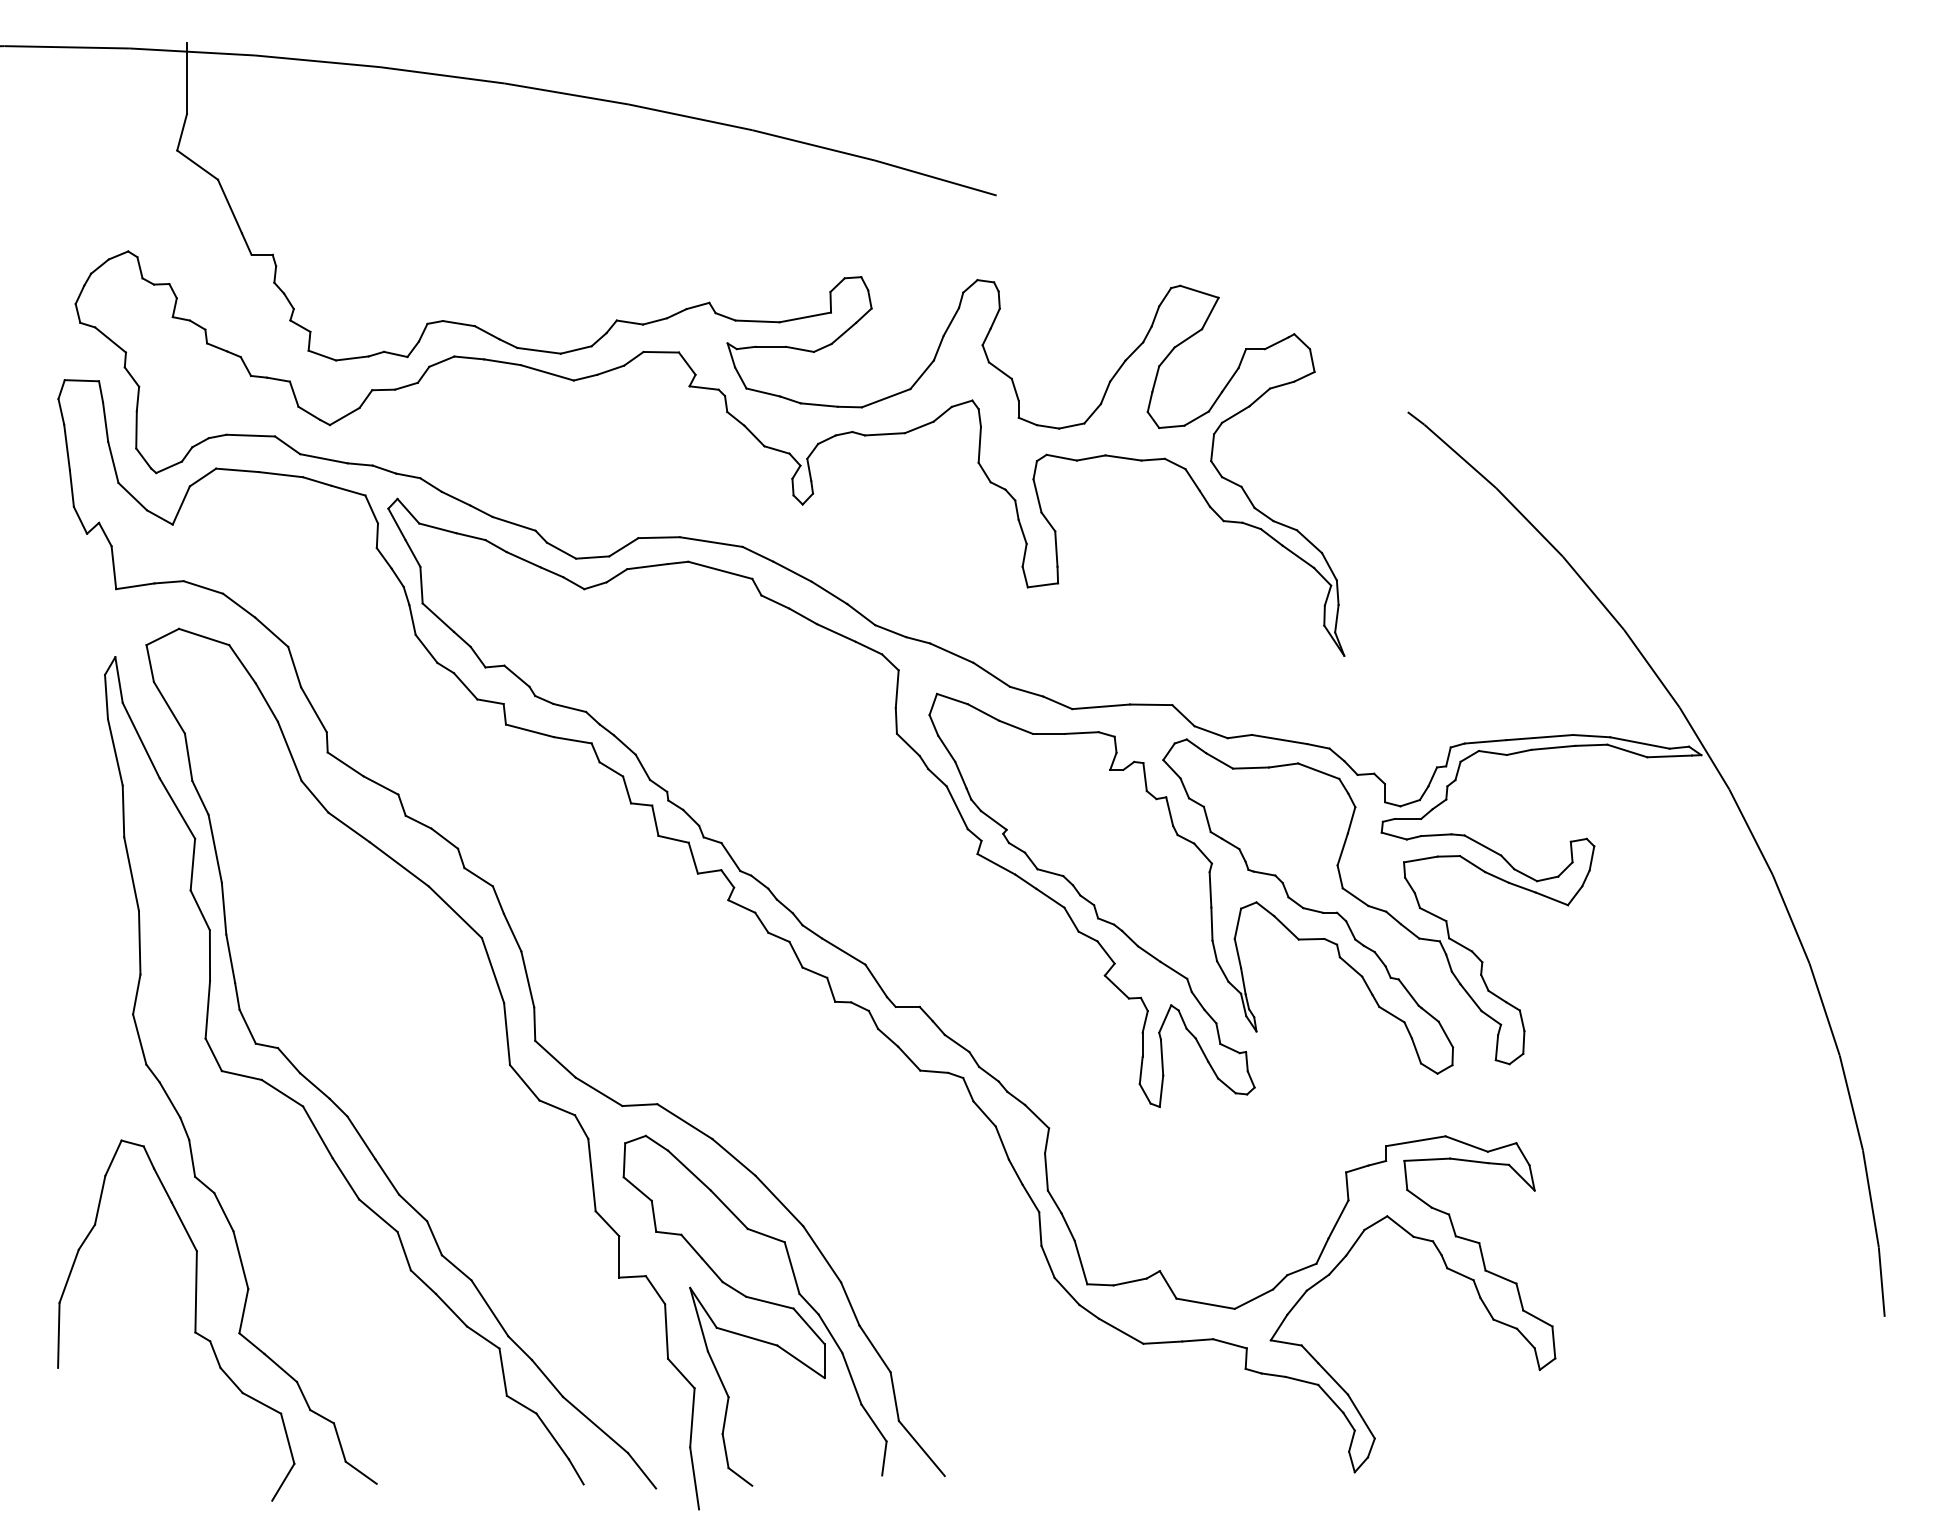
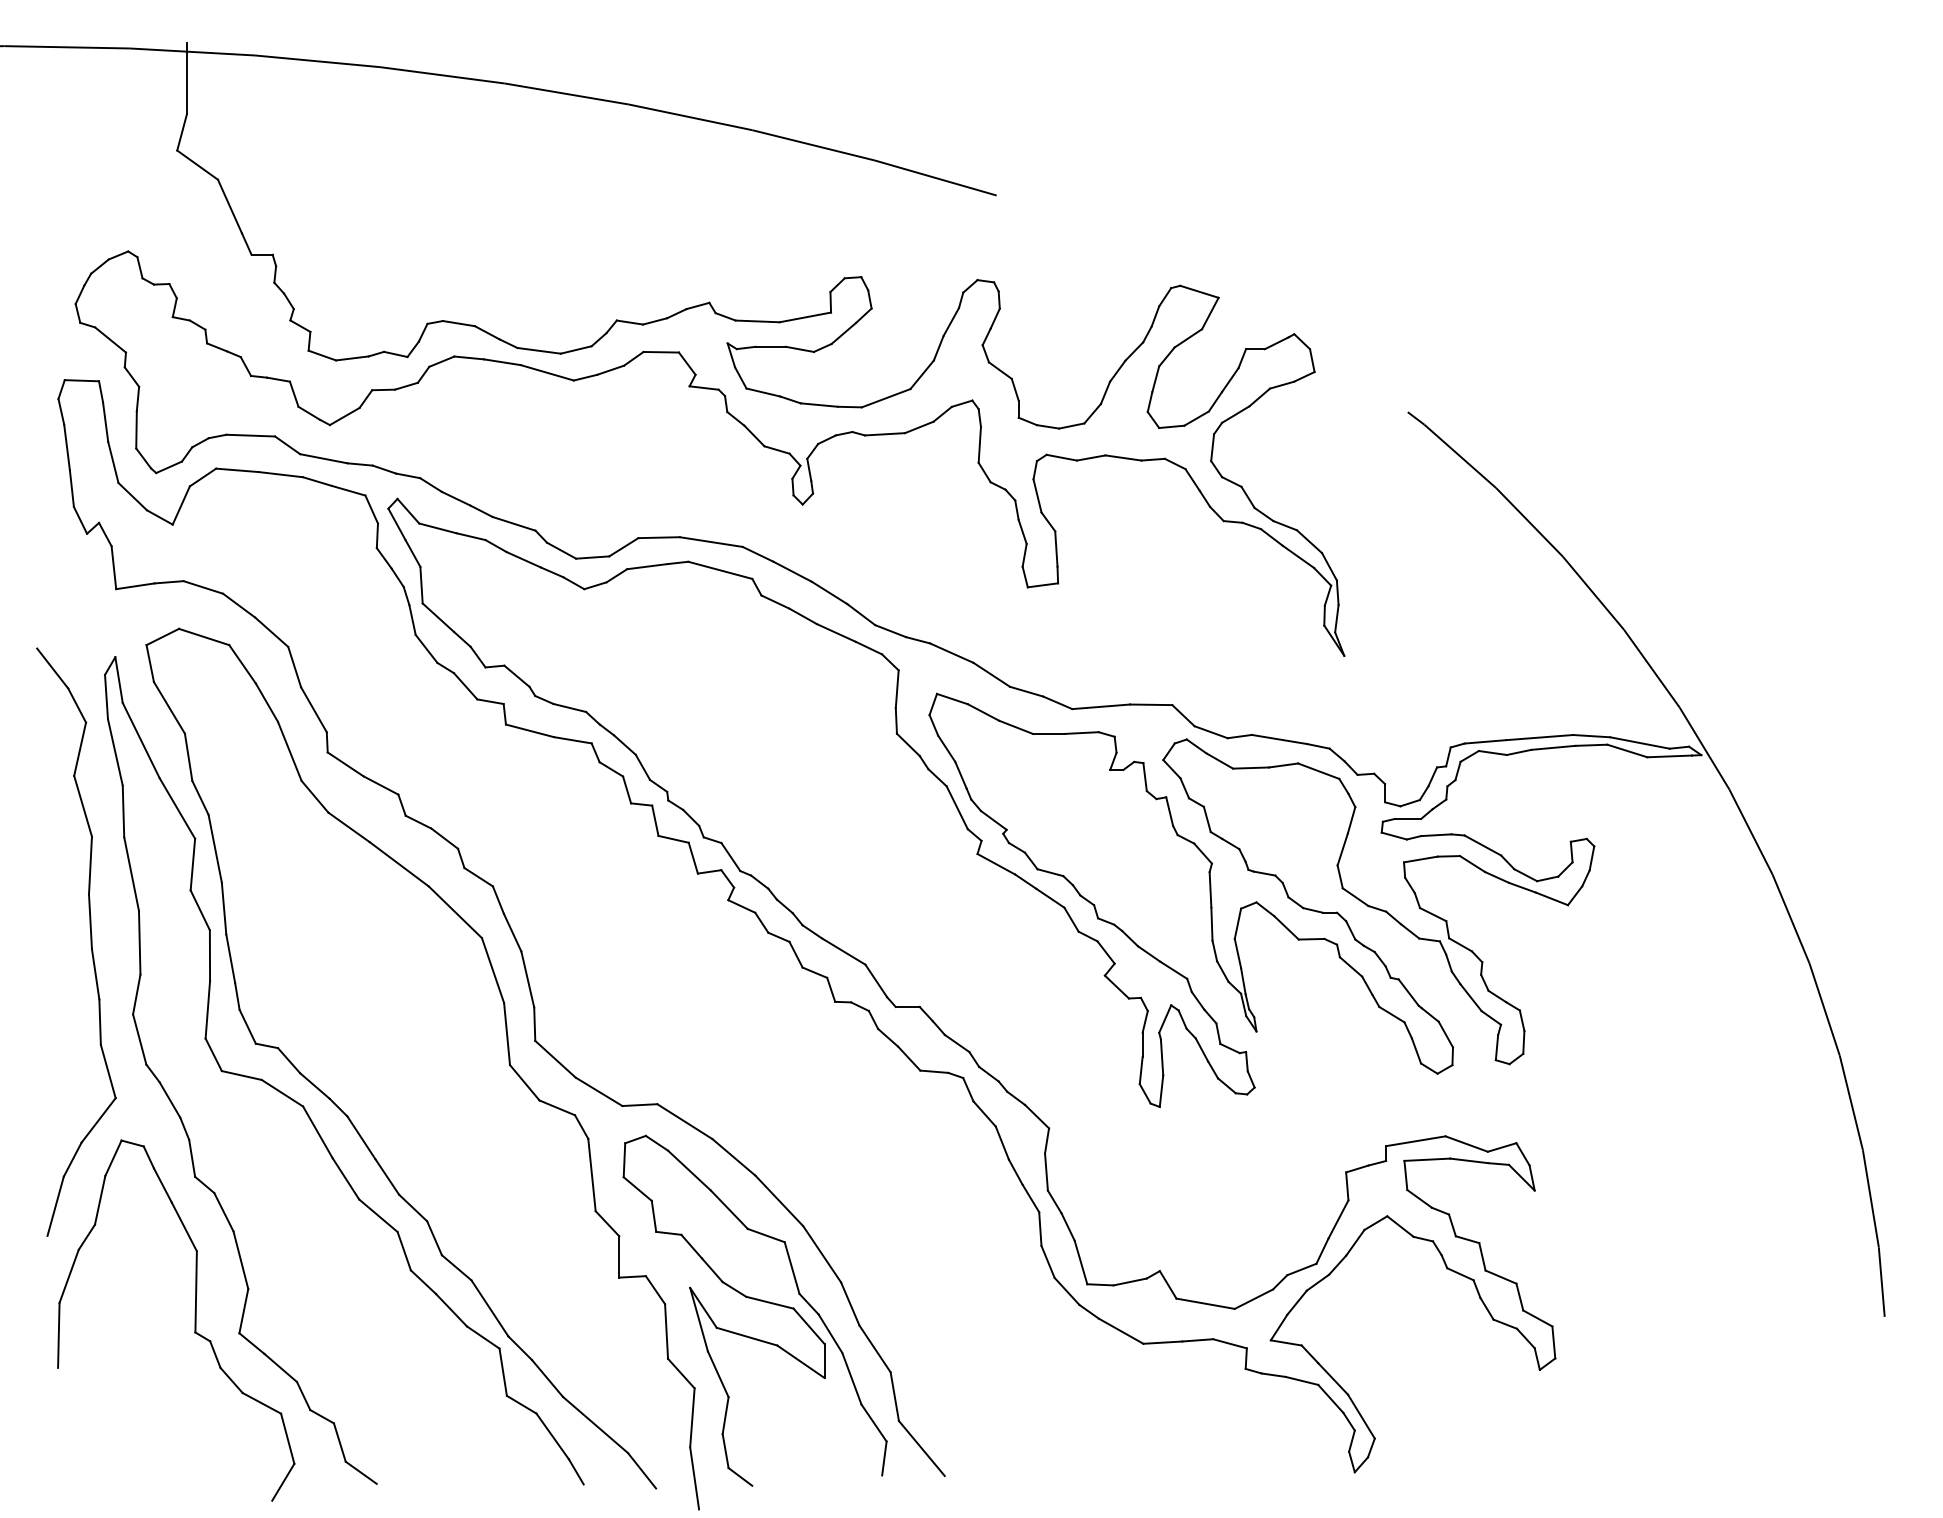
part at (90, 941): none -> present
